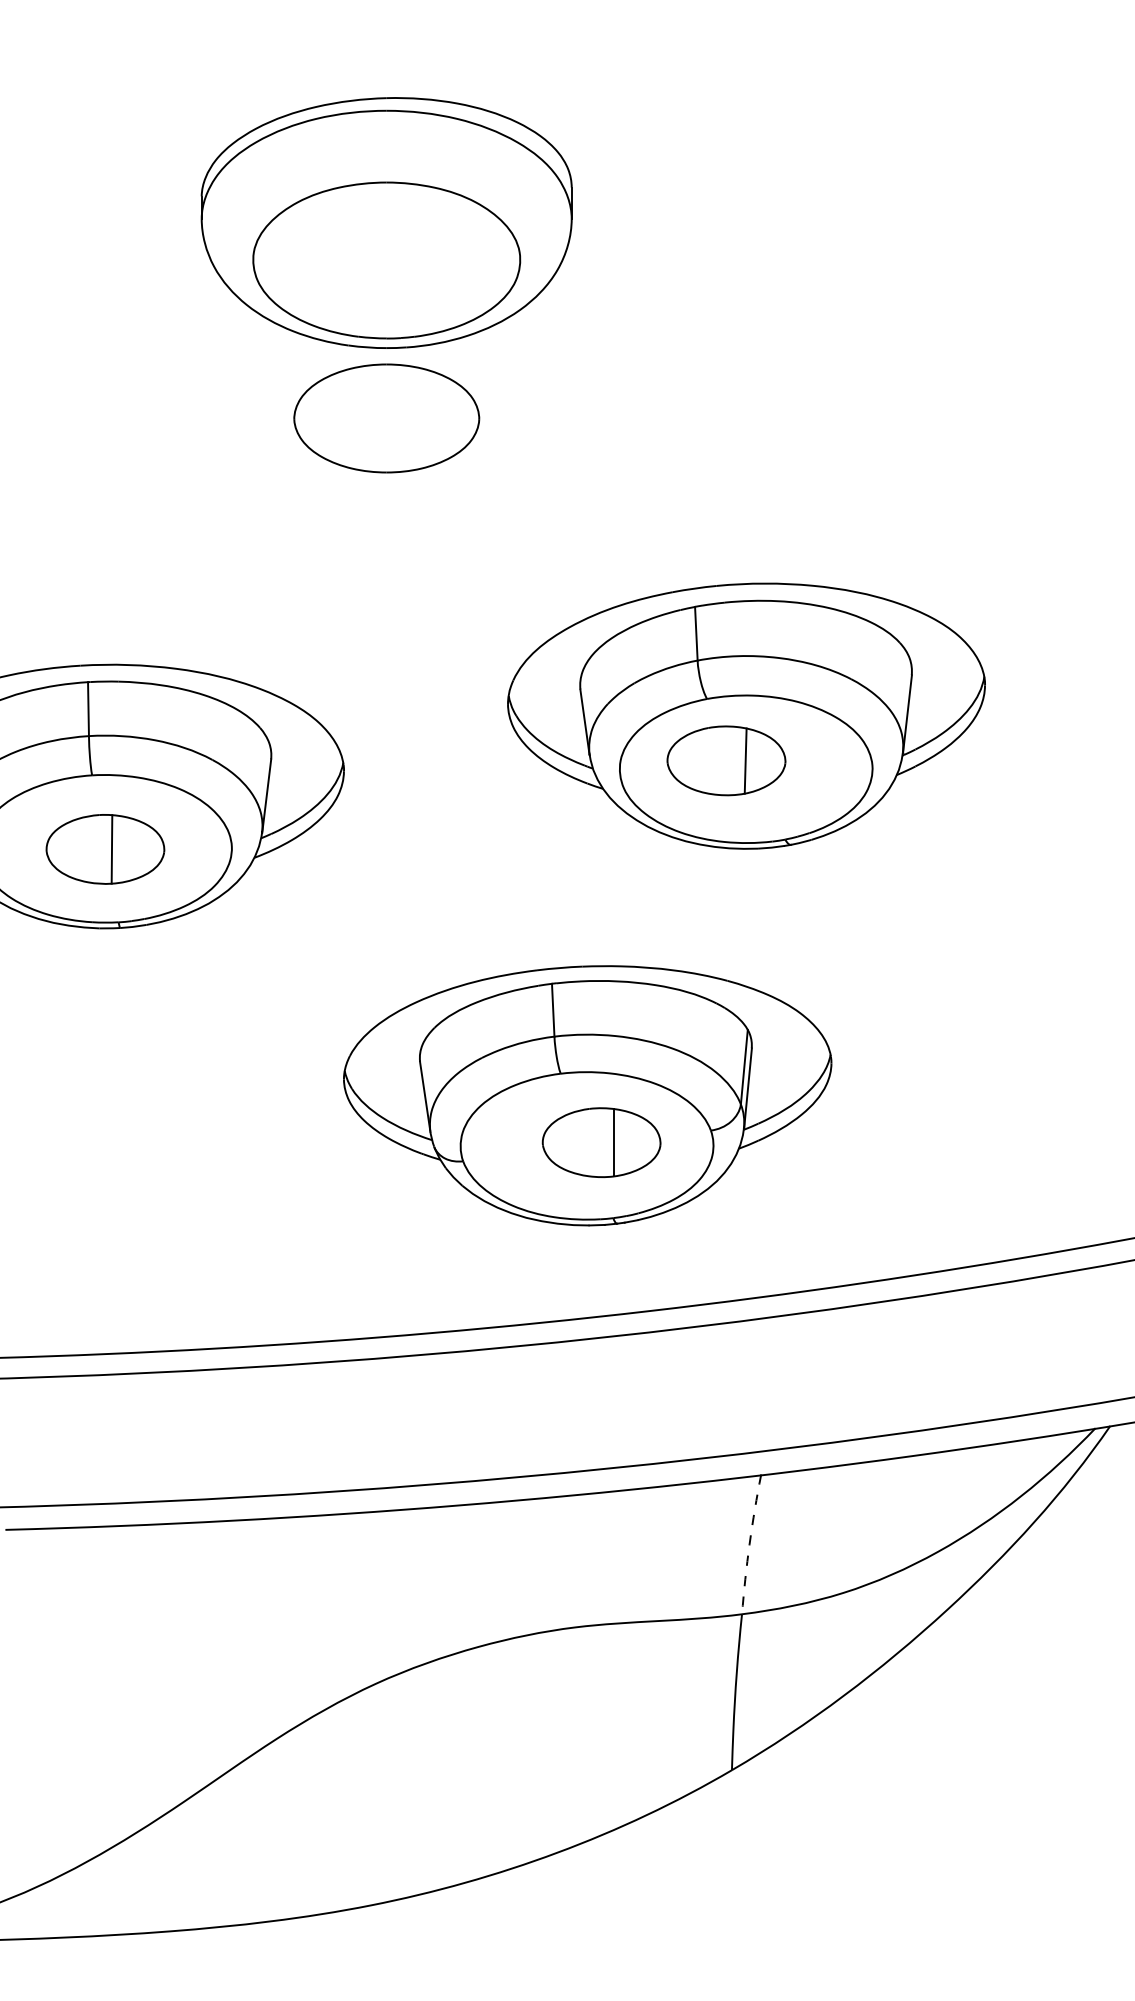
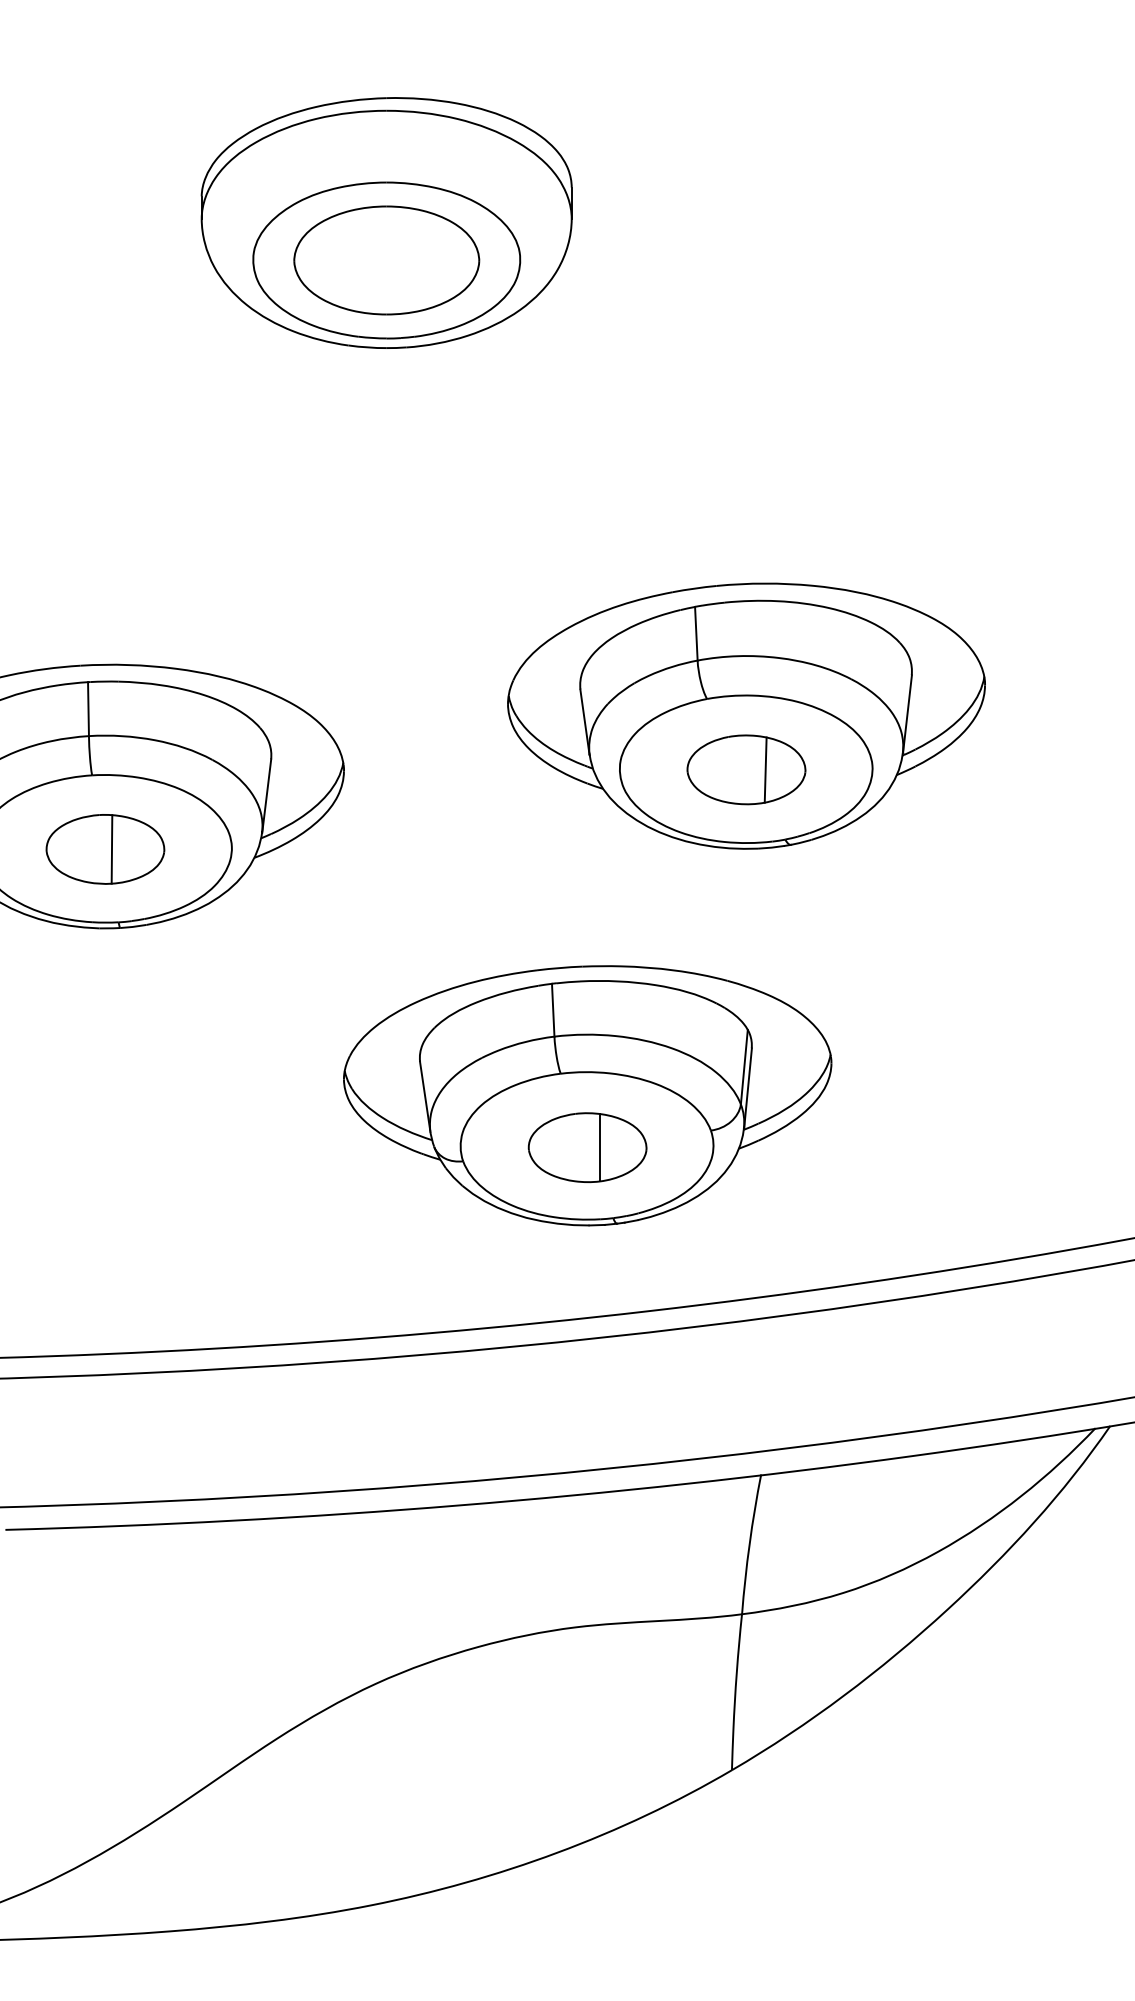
part at (386, 418) position: (386, 418) -> (386, 260)
part at (726, 760) position: (726, 760) -> (746, 769)
part at (601, 1142) position: (601, 1142) -> (587, 1147)
arc at (749, 1544): dashed -> solid
